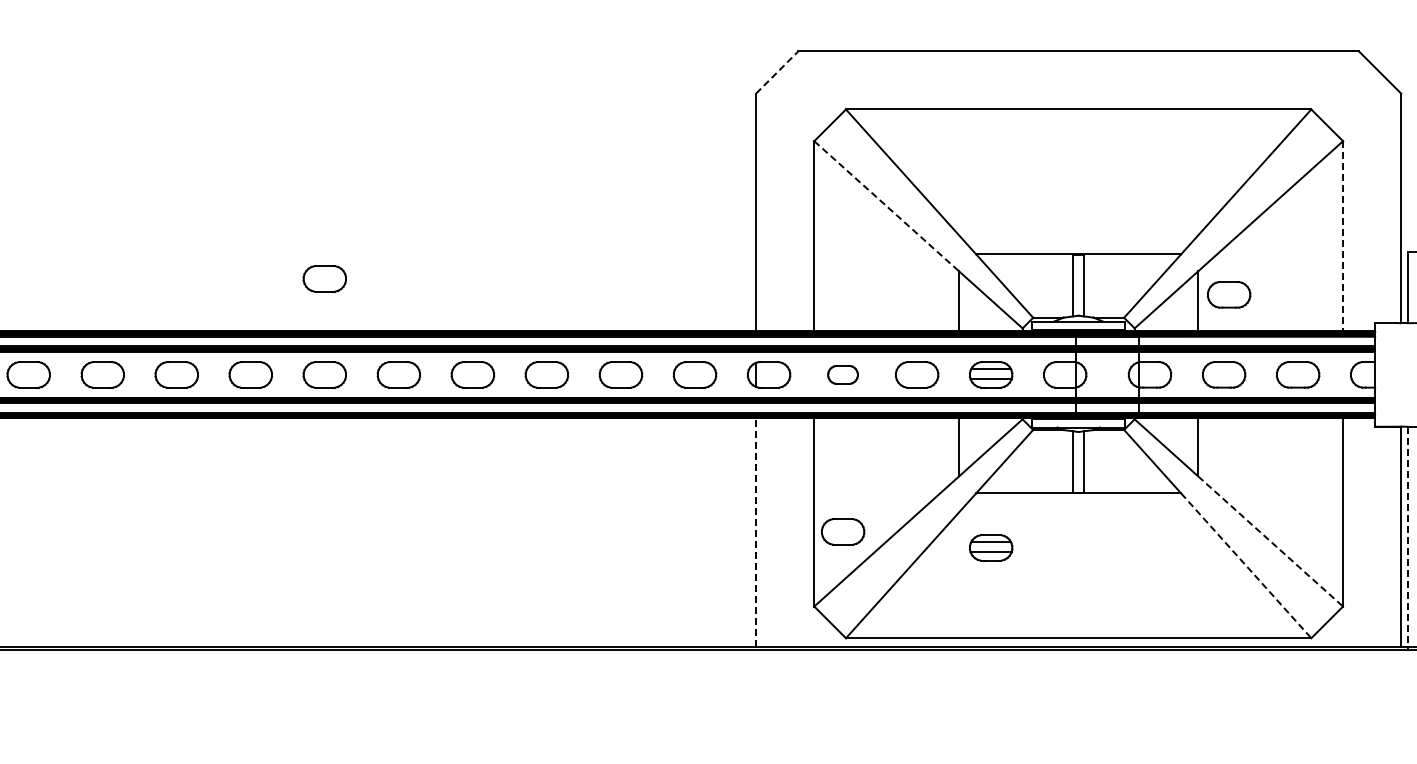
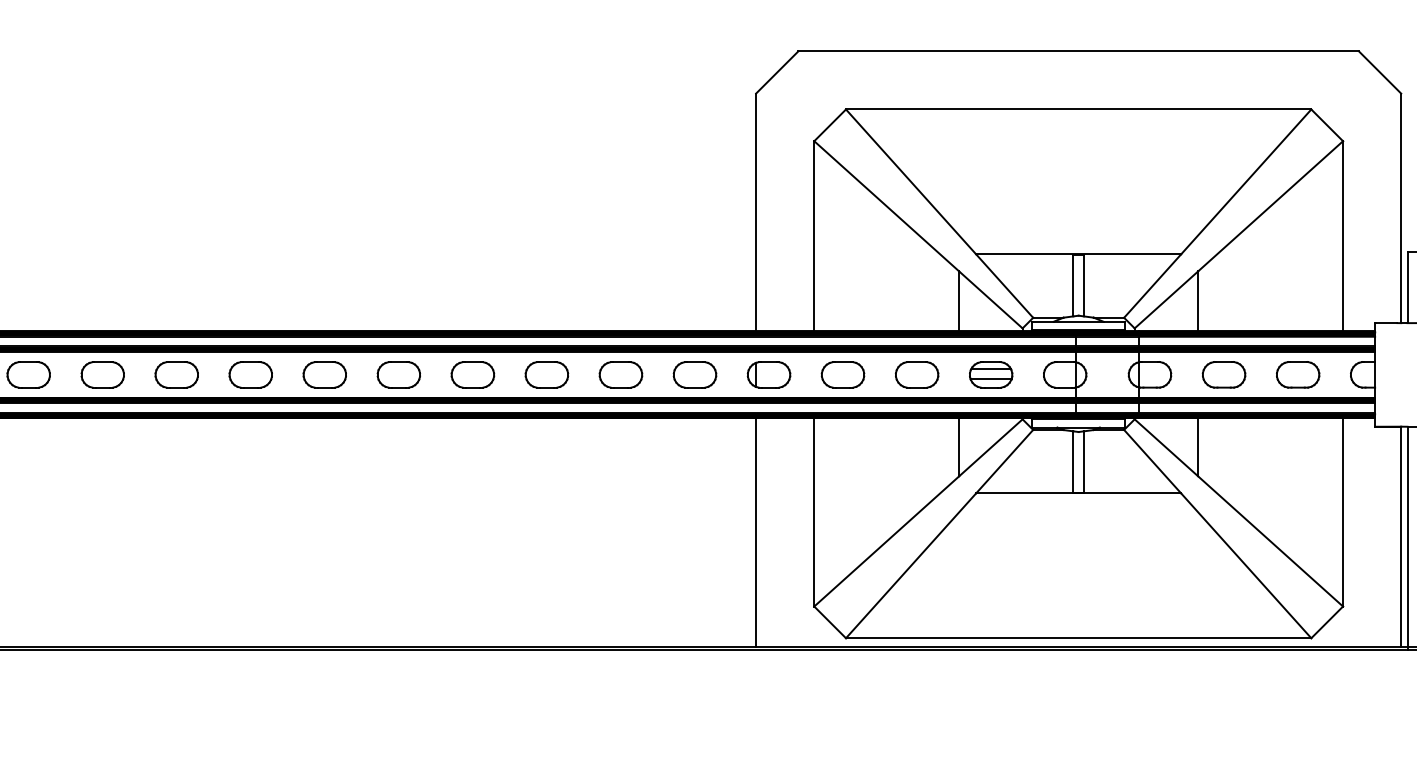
line at (777, 72): dashed -> solid
line at (887, 206): dashed -> solid
line at (1343, 236): dashed -> solid
part at (324, 278): present -> none
part at (1229, 294): present -> none
part at (842, 374) size: 32x20 px -> 46x28 px
part at (842, 531): present -> none
line at (756, 532): dashed -> solid
line at (1407, 537): dashed -> solid
line at (1270, 541): dashed -> solid
part at (991, 547): present -> none
line at (1246, 566): dashed -> solid
